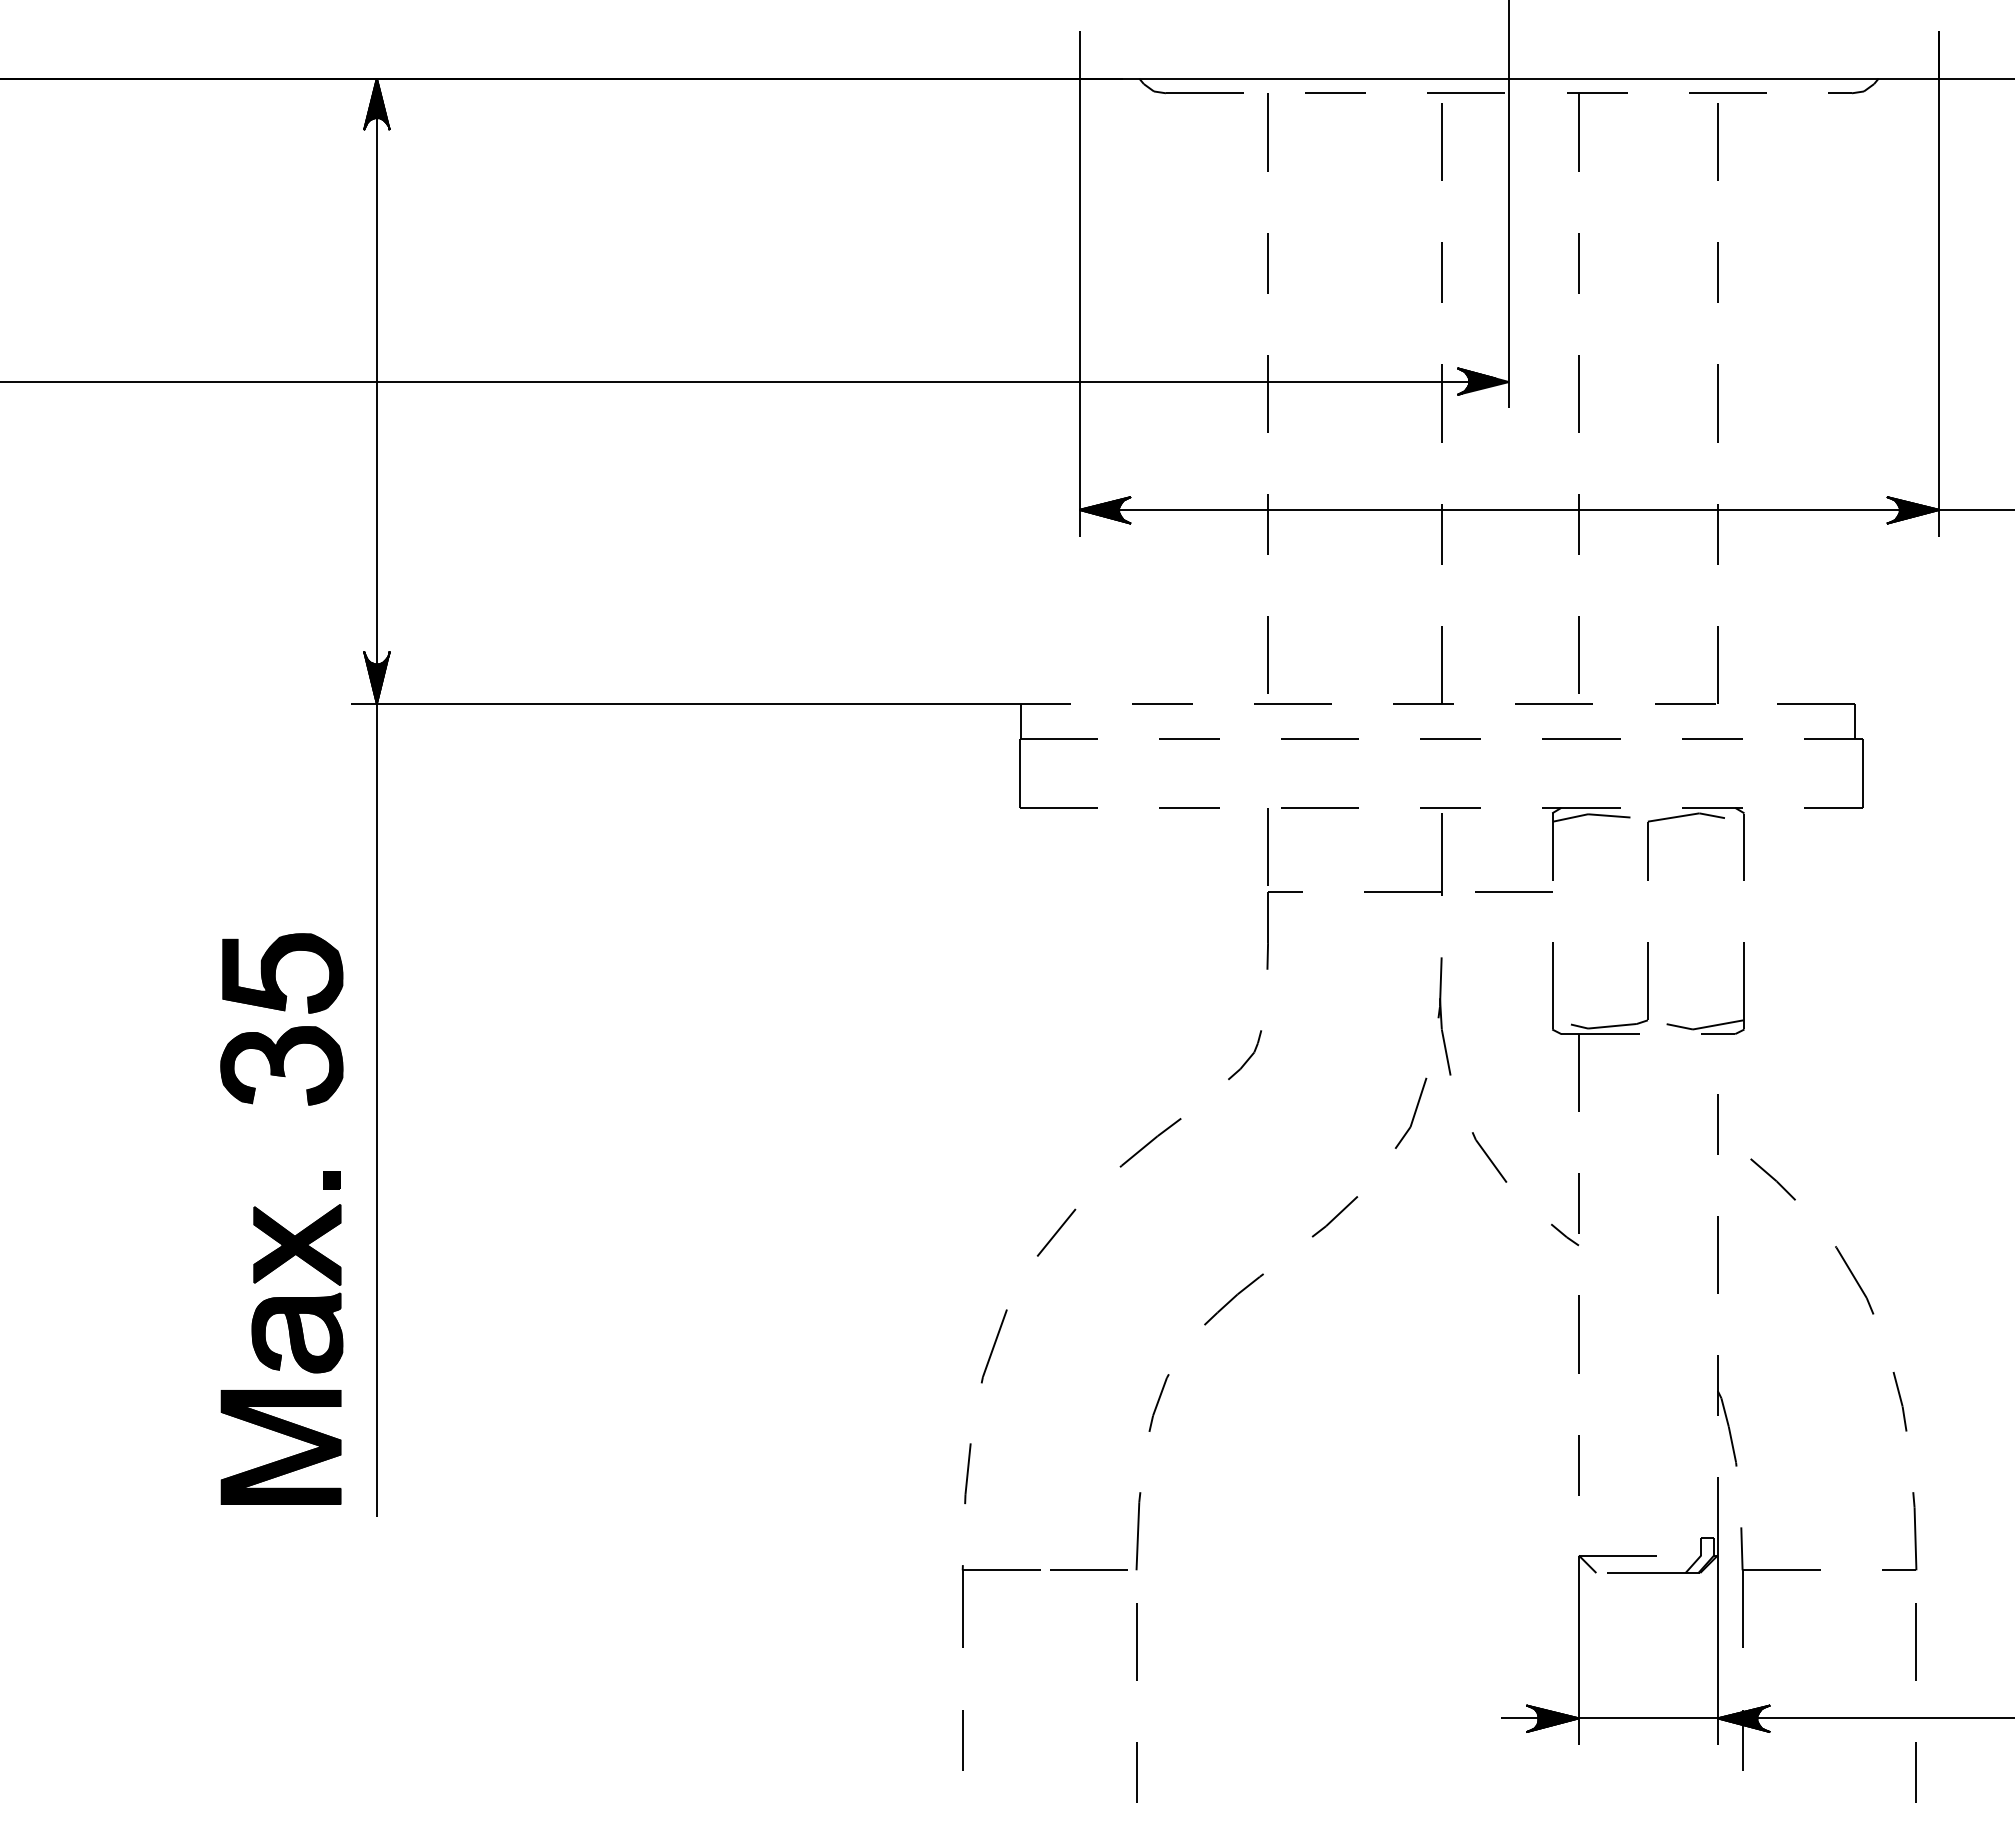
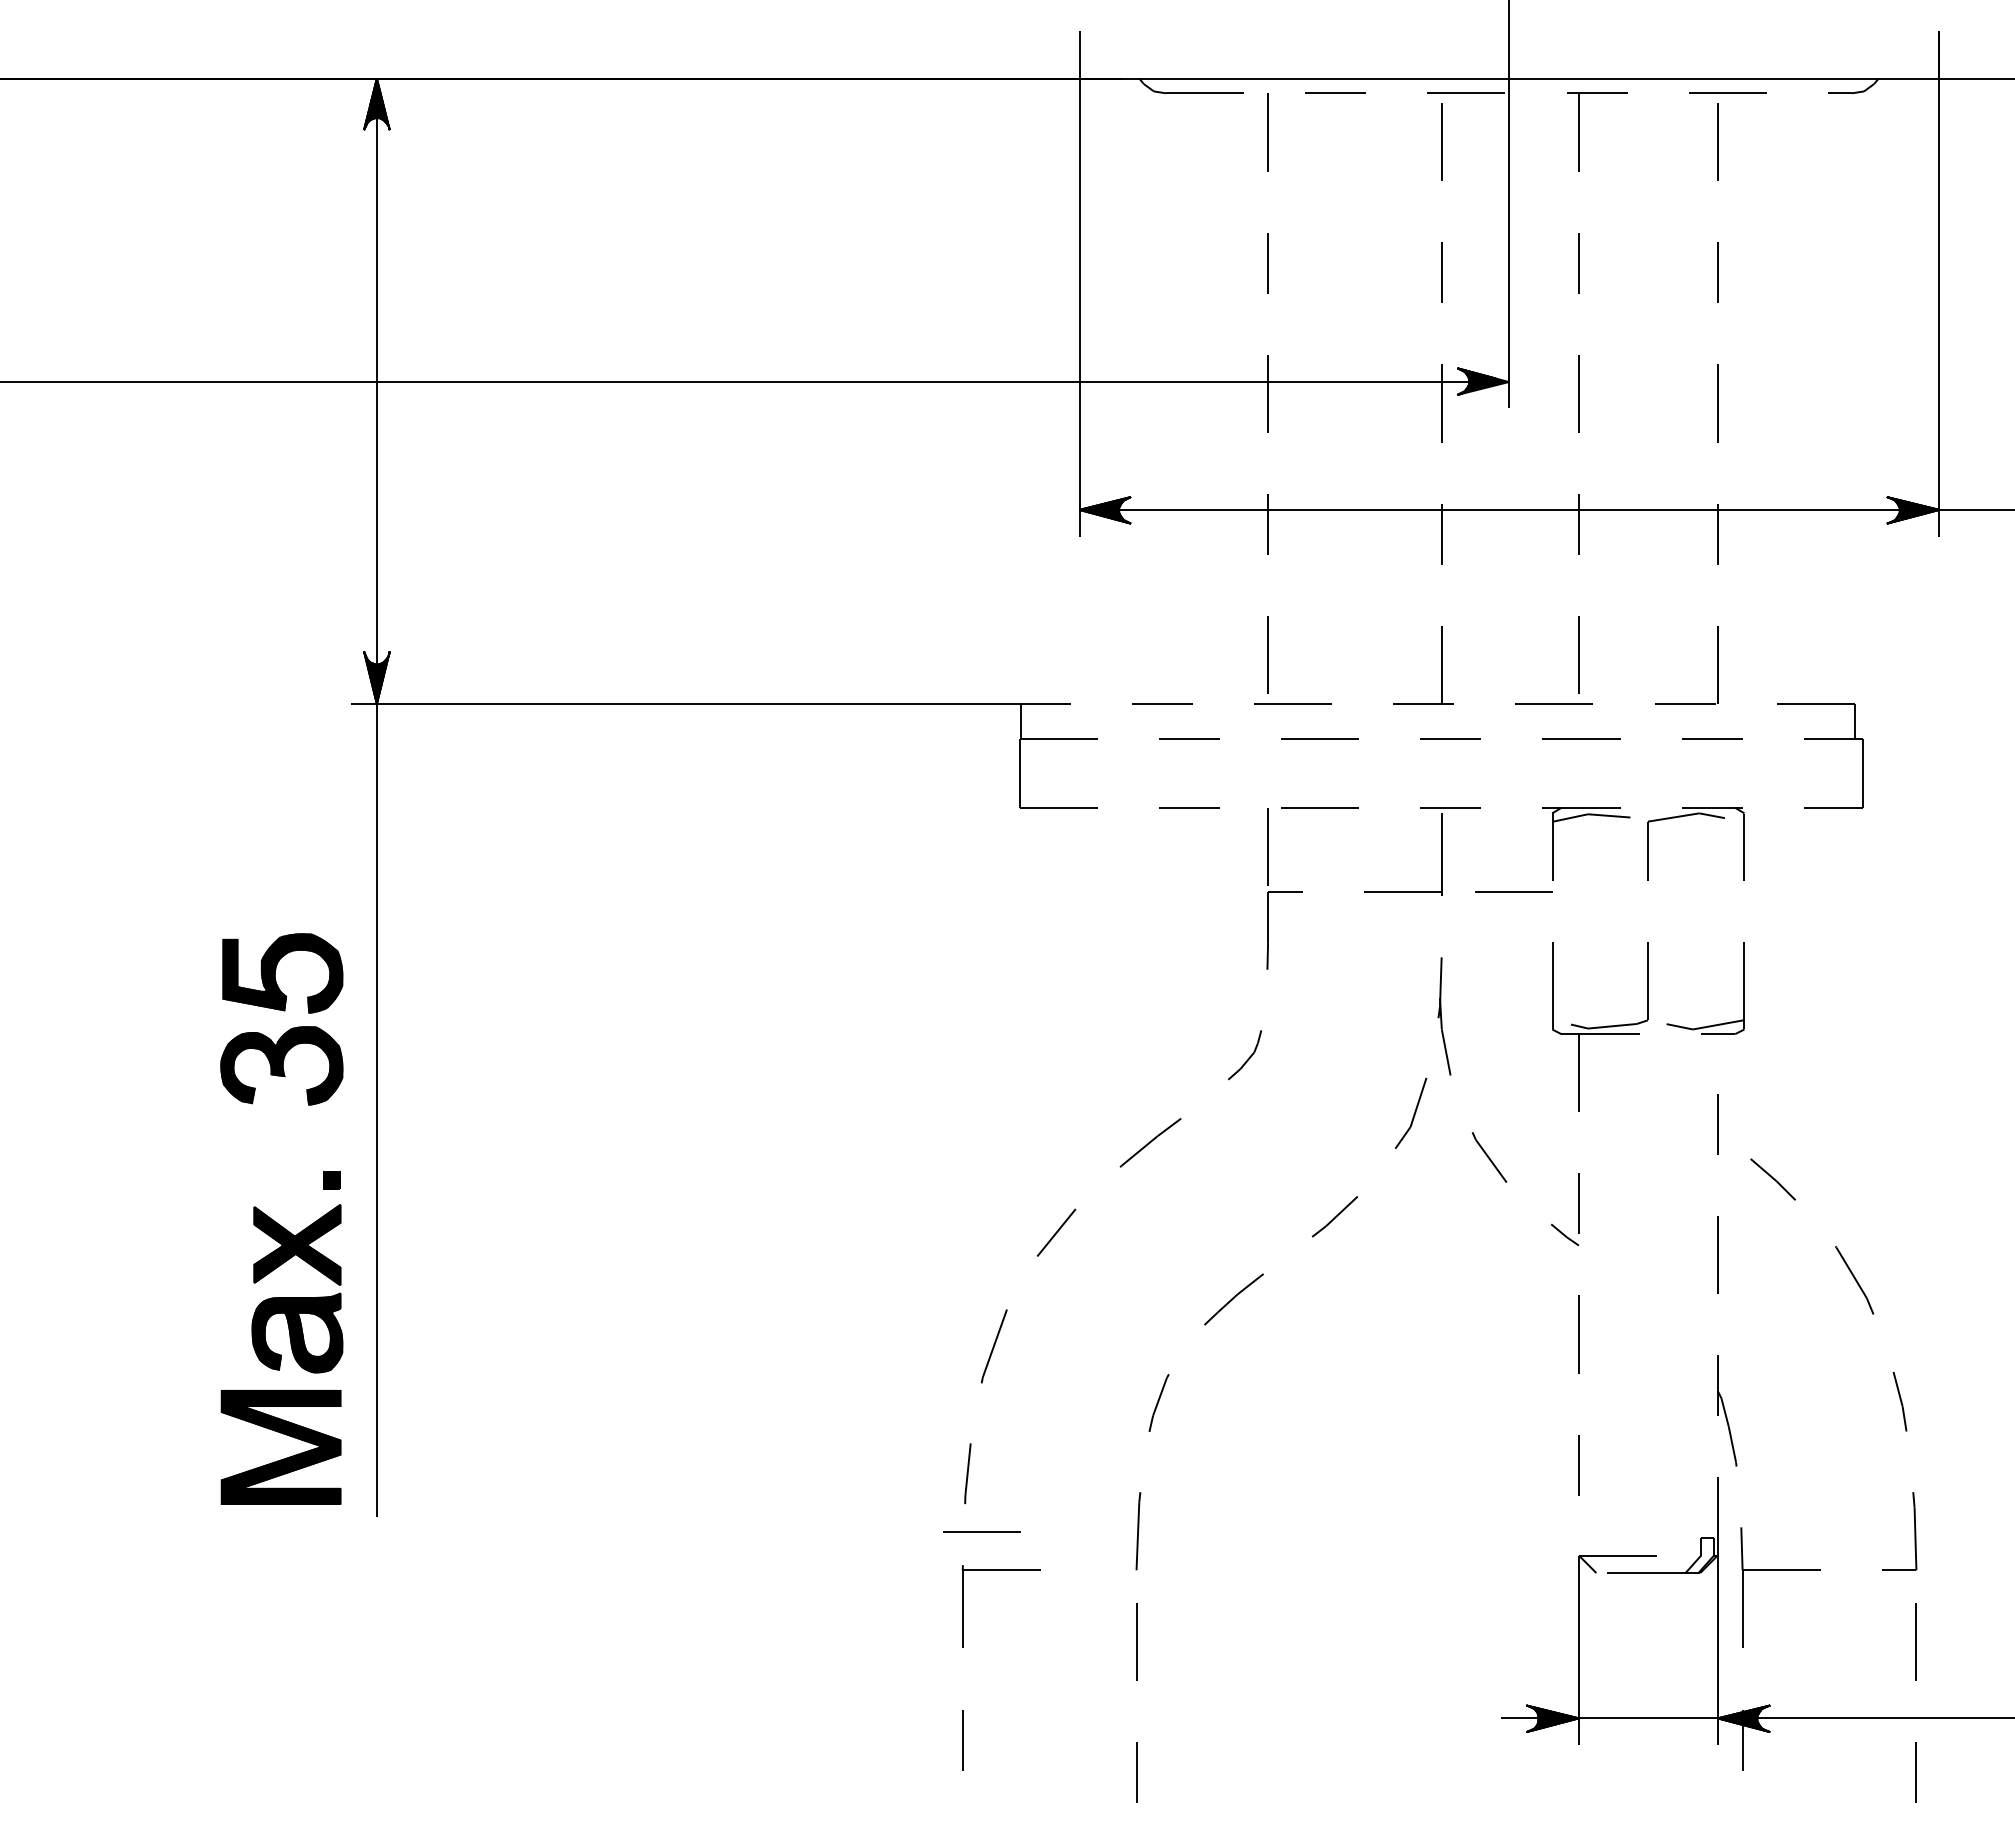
line at (1088, 1569) position: (1088, 1569) -> (981, 1531)
